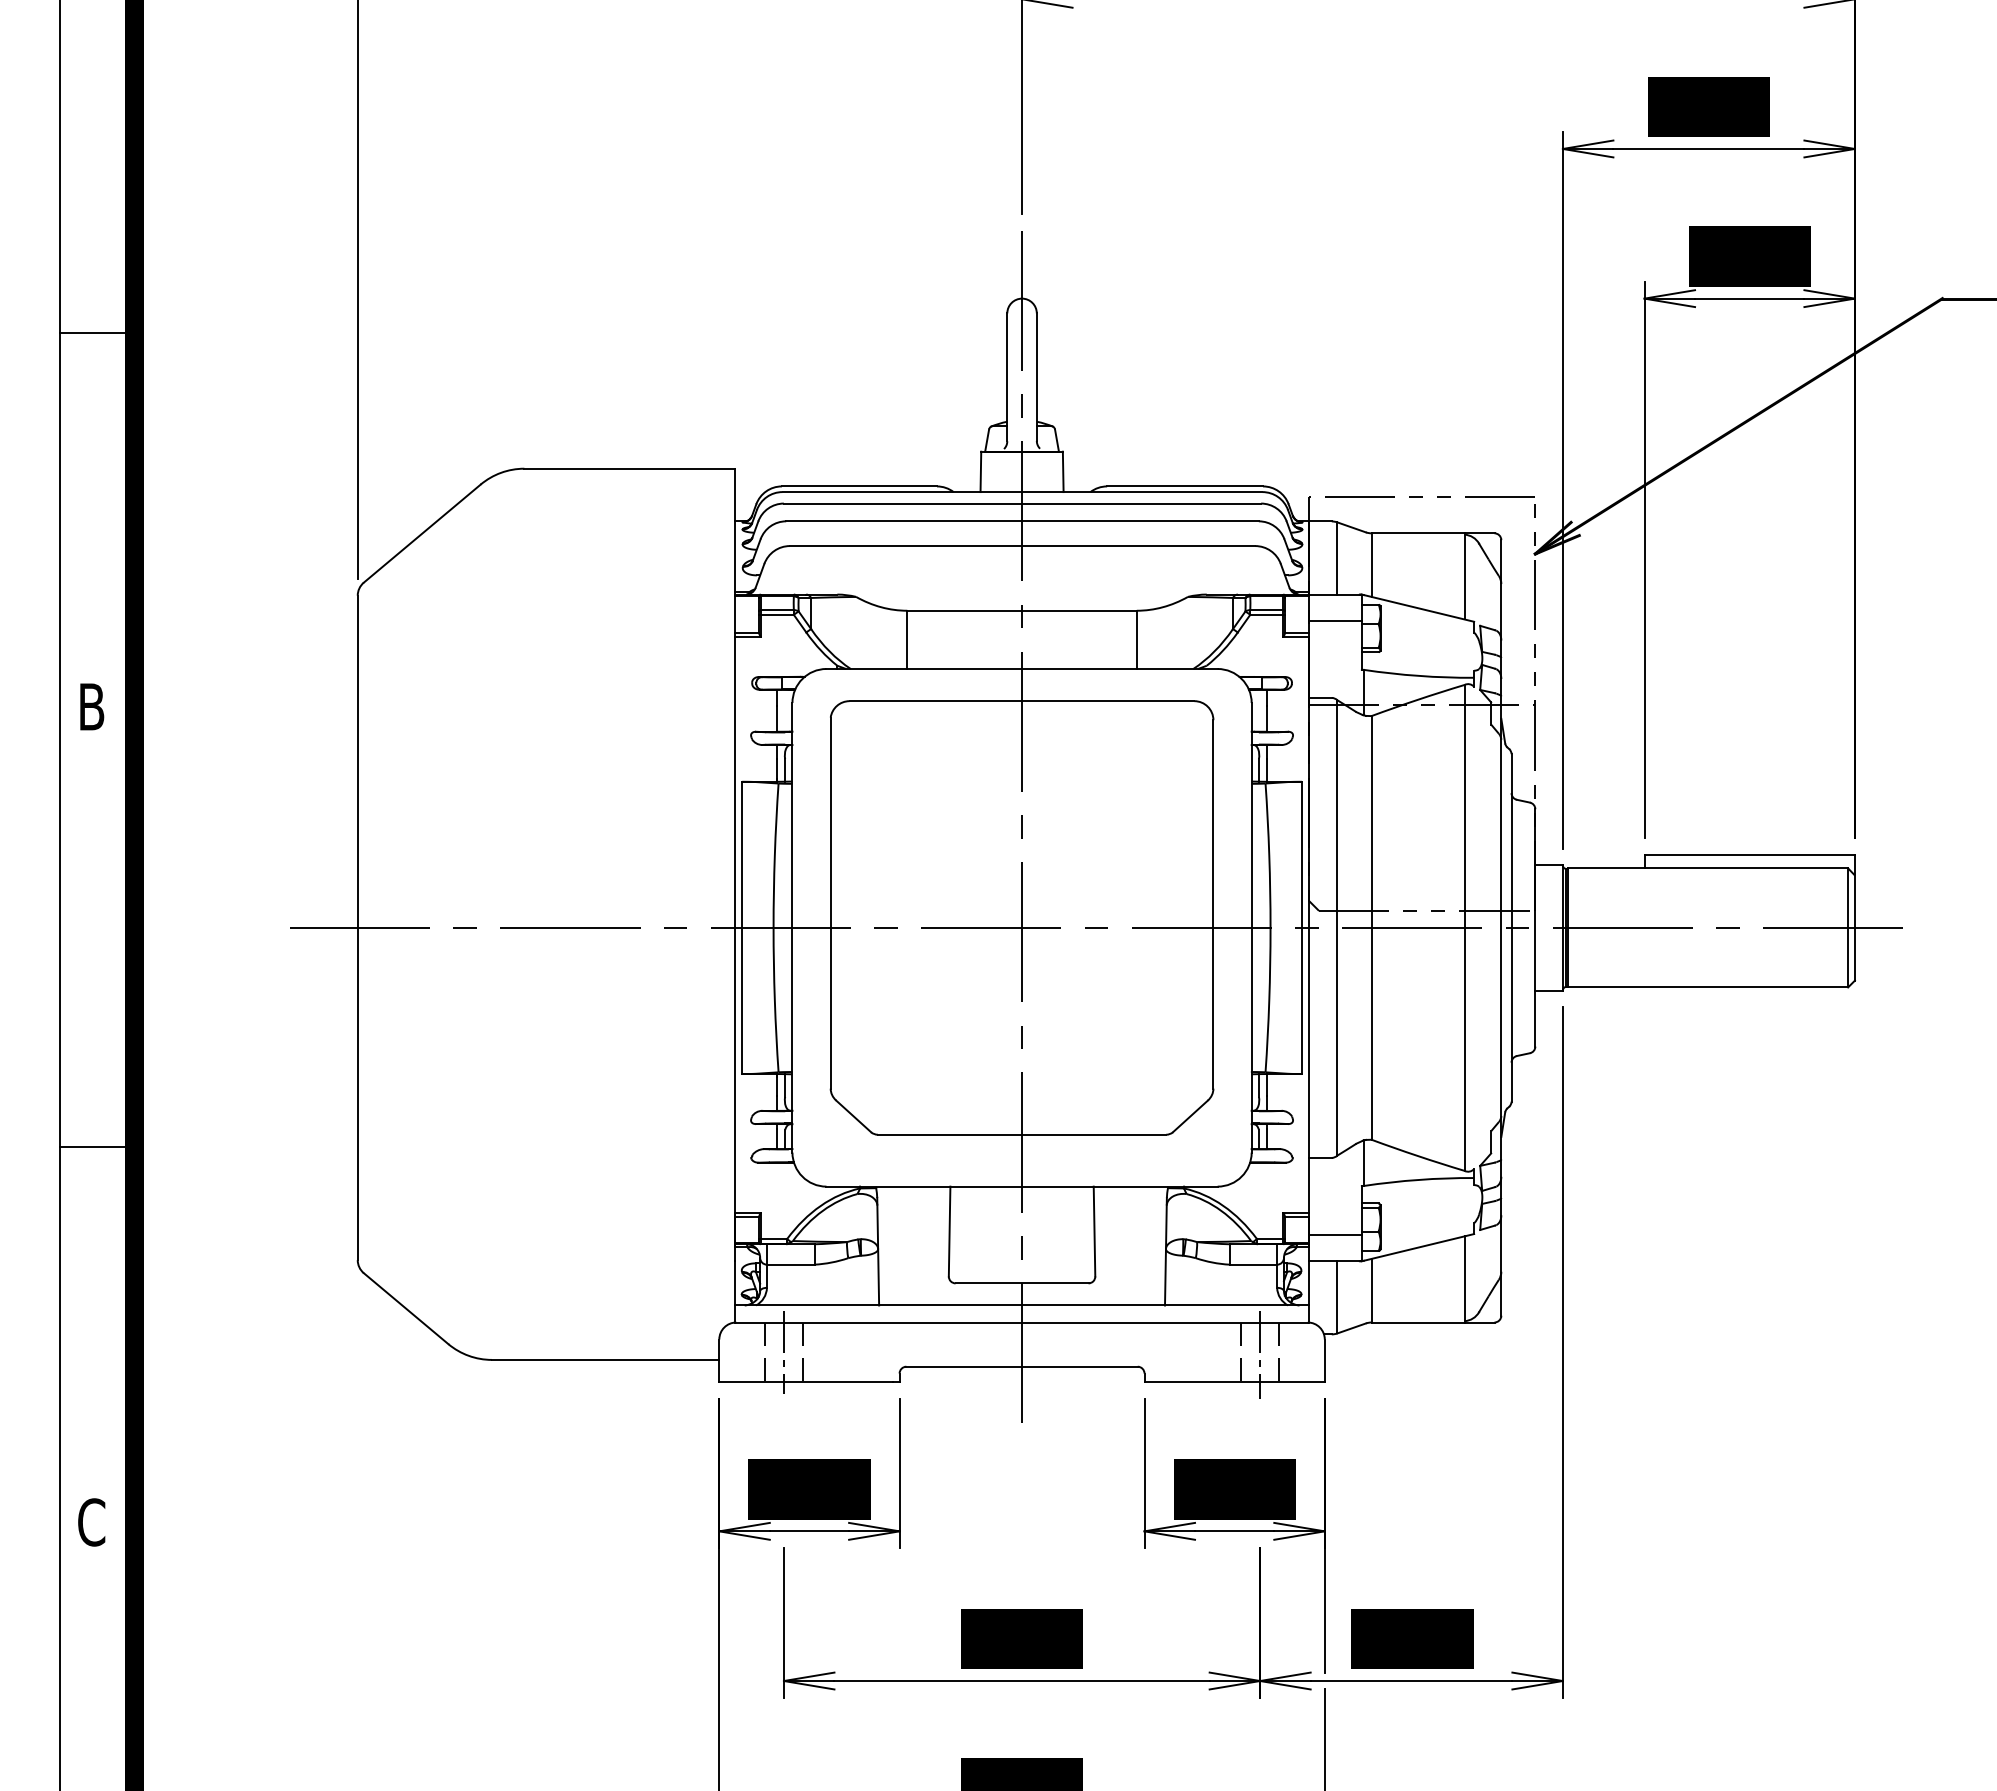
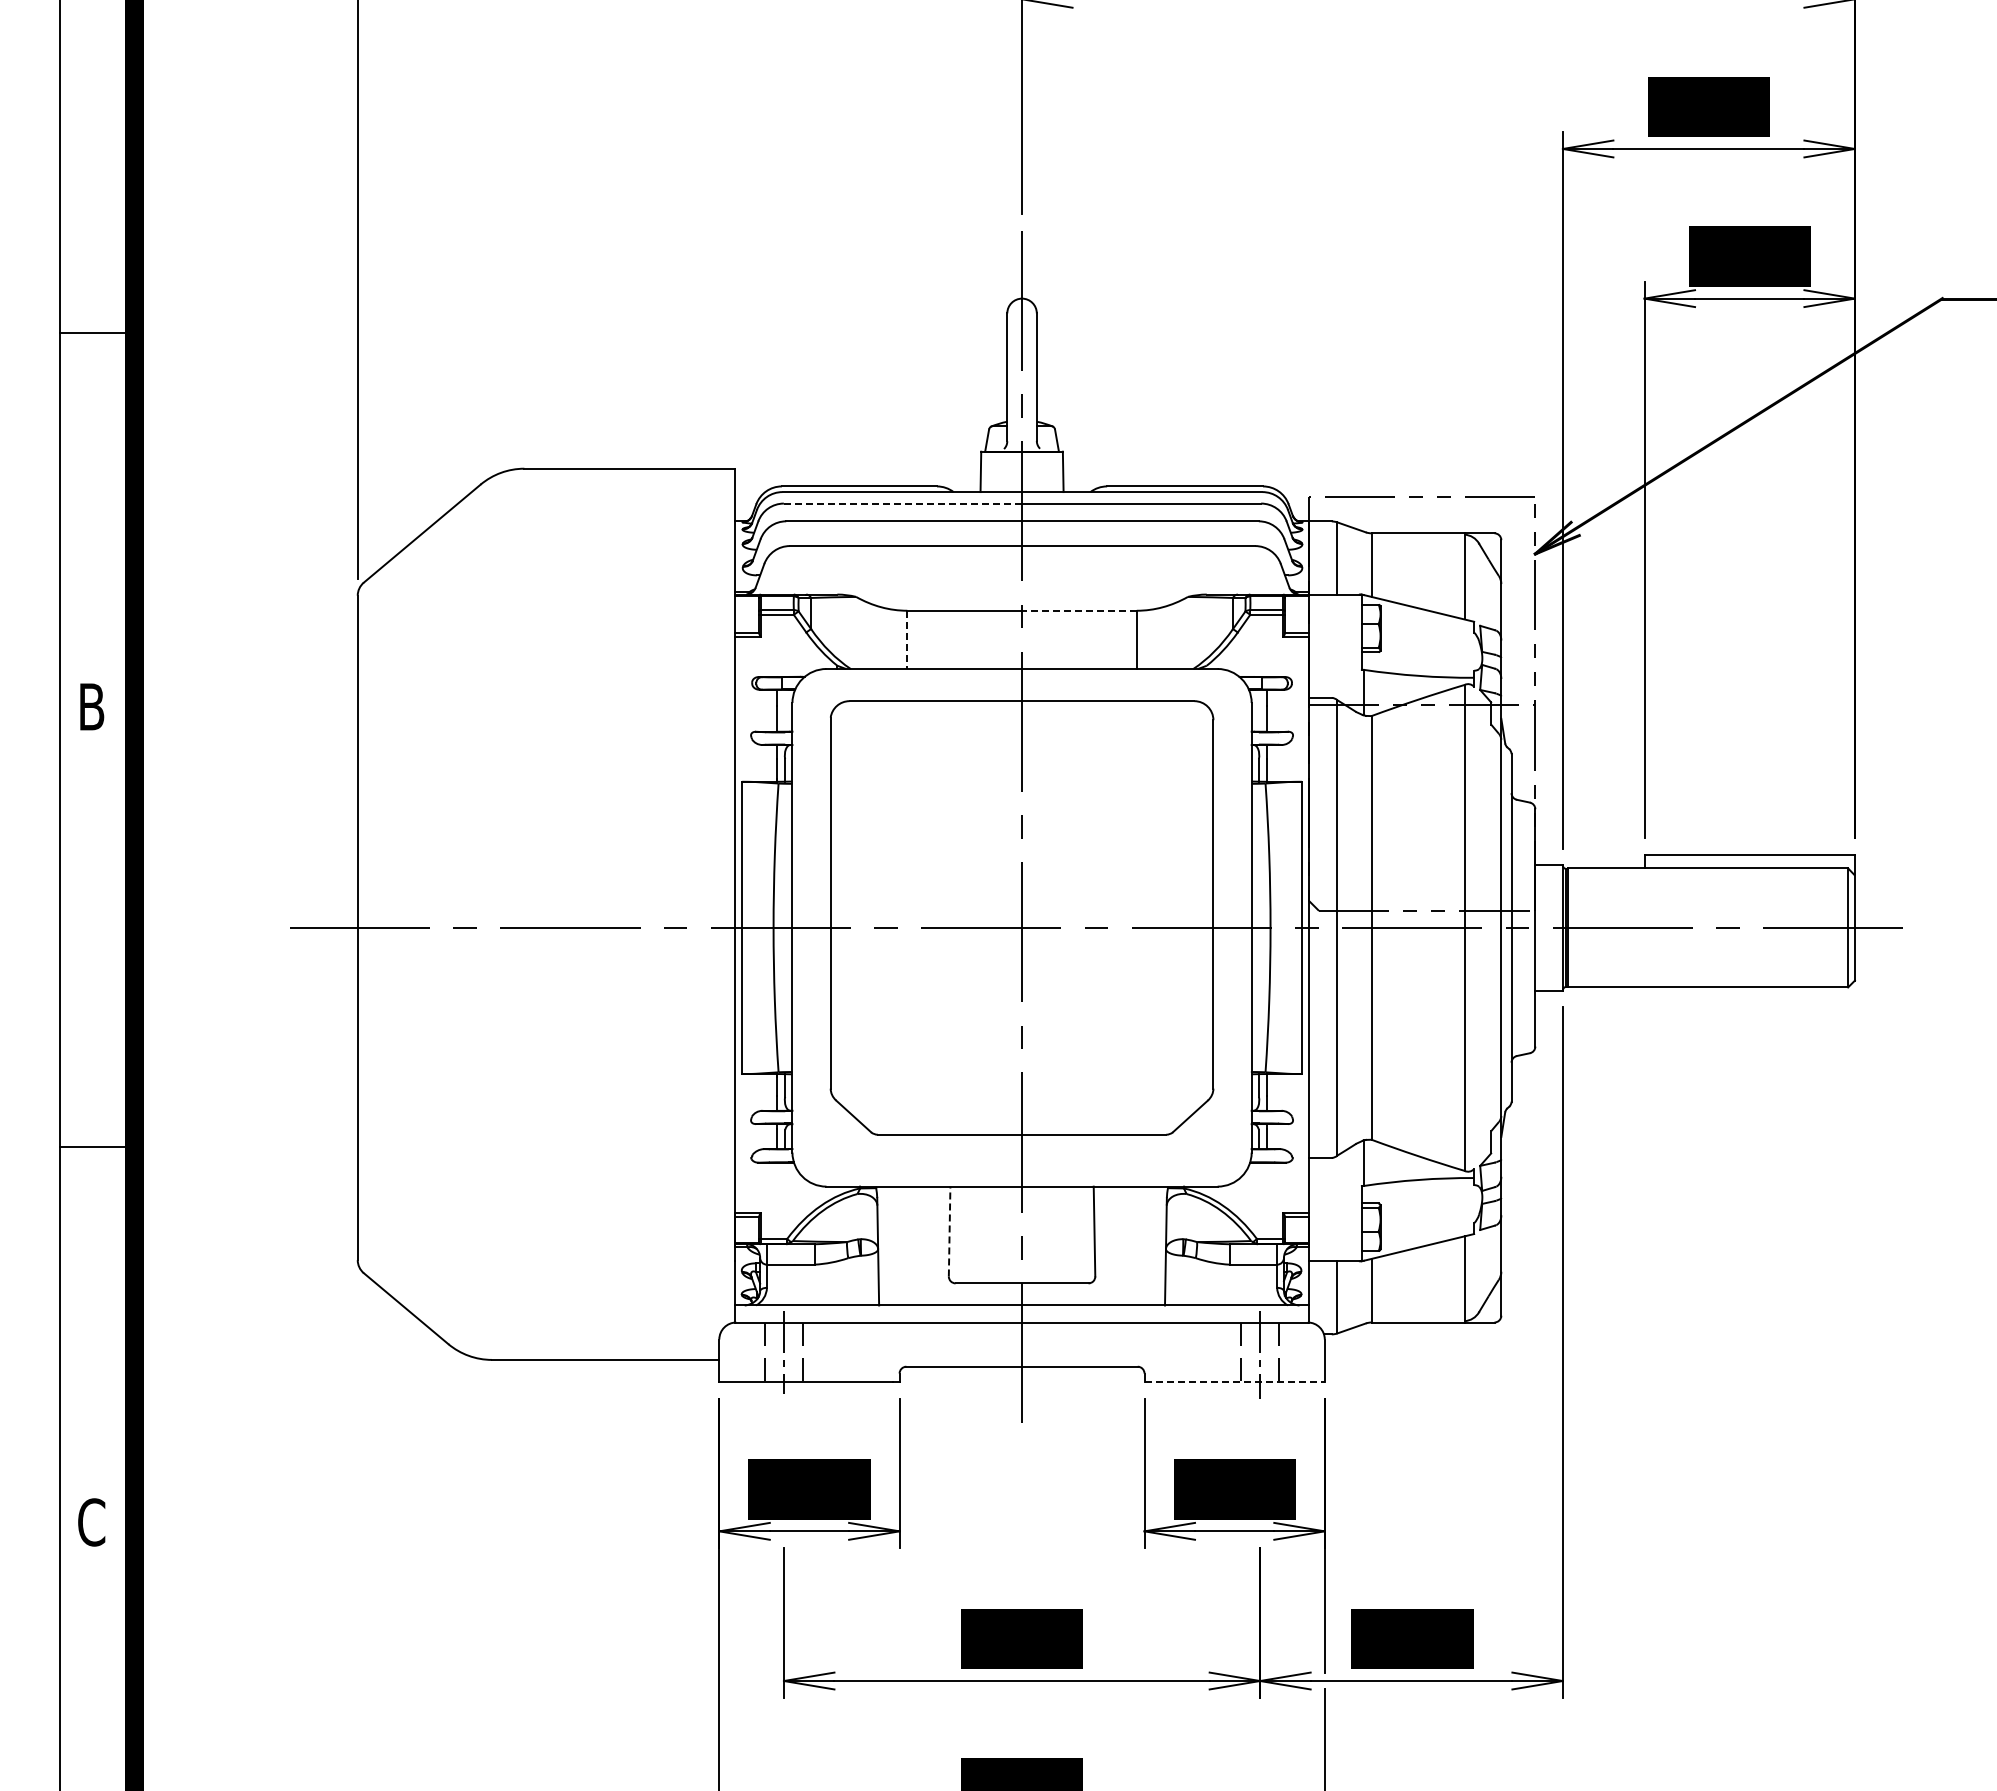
line at (903, 503): solid -> dashed
line at (1078, 610): solid -> dashed
line at (1334, 621): present -> none
line at (907, 640): solid -> dashed
line at (949, 1231): solid -> dashed
line at (1334, 1234): present -> none
line at (1235, 1381): solid -> dashed
